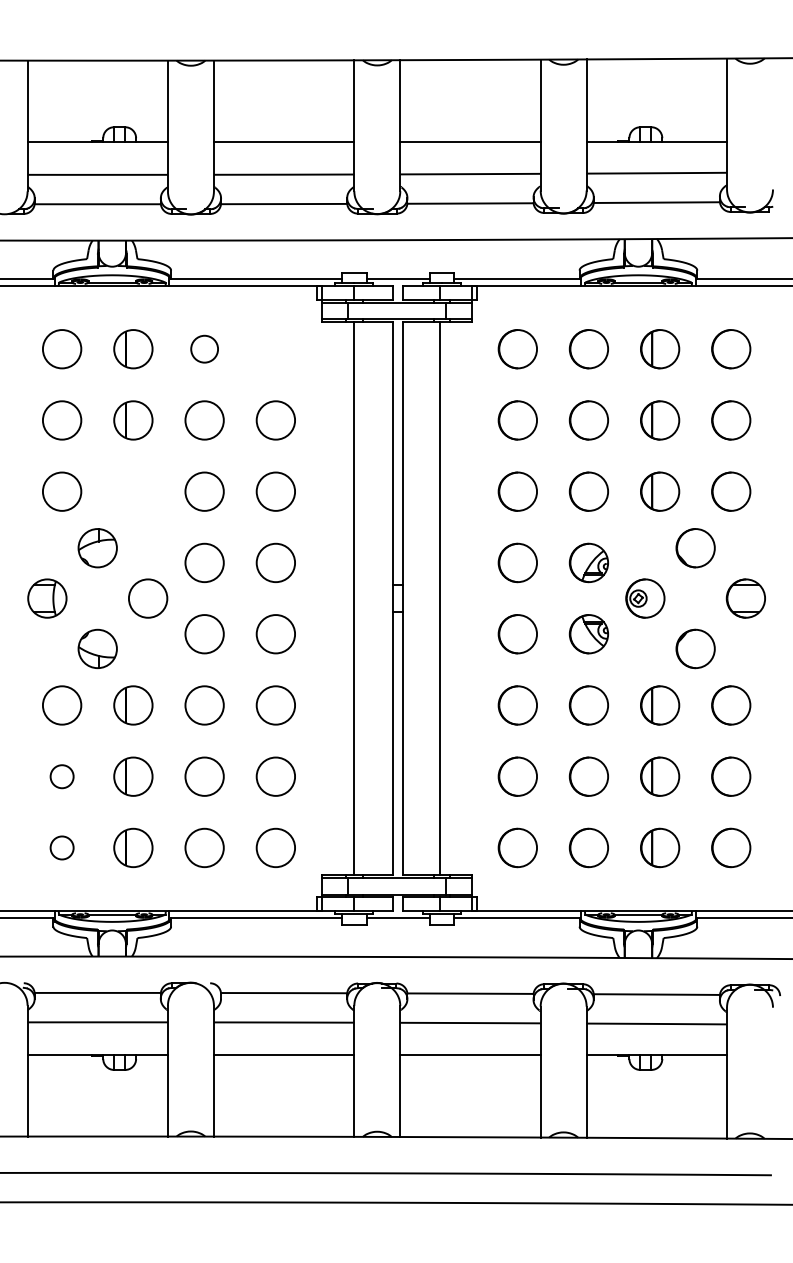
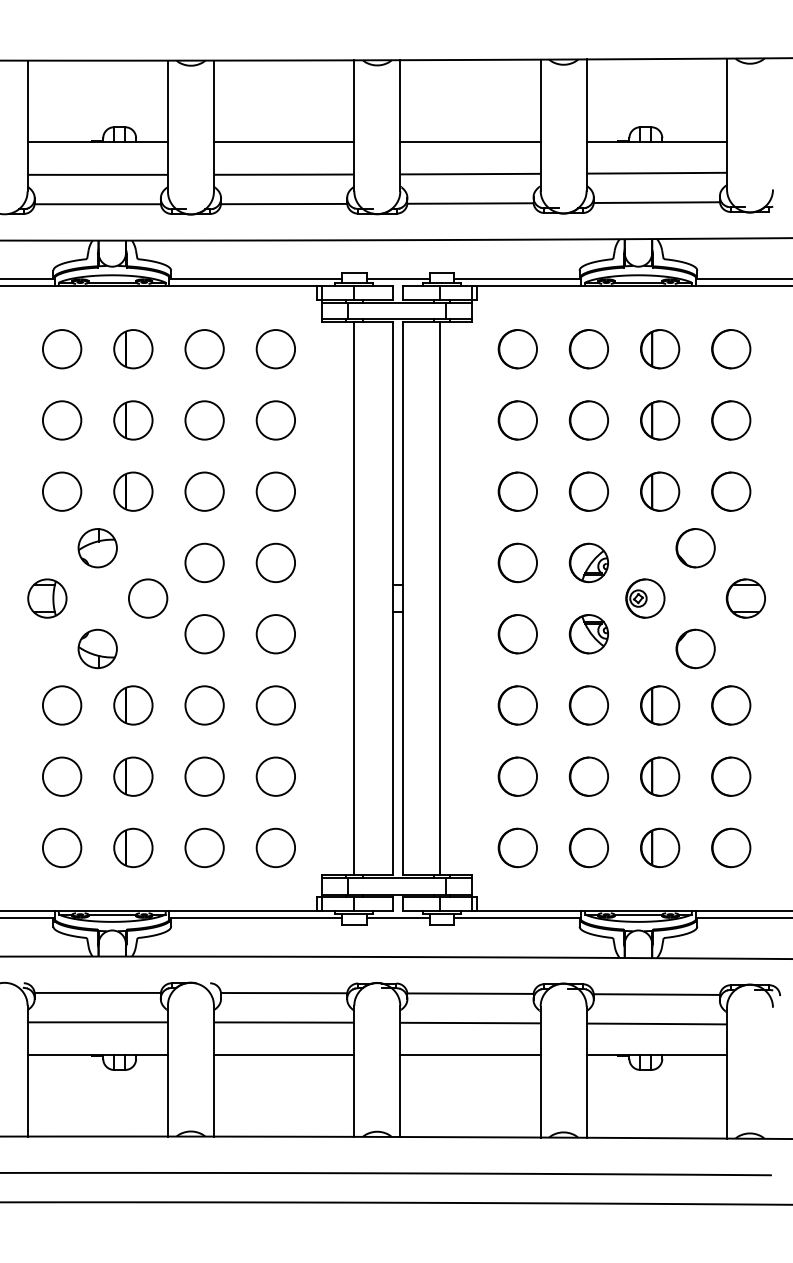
circle at (204, 348) diameter: 27 px -> 38 px
circle at (275, 349): none -> present
part at (133, 491): none -> present
circle at (61, 776) diameter: 23 px -> 38 px
circle at (61, 847) diameter: 23 px -> 38 px
